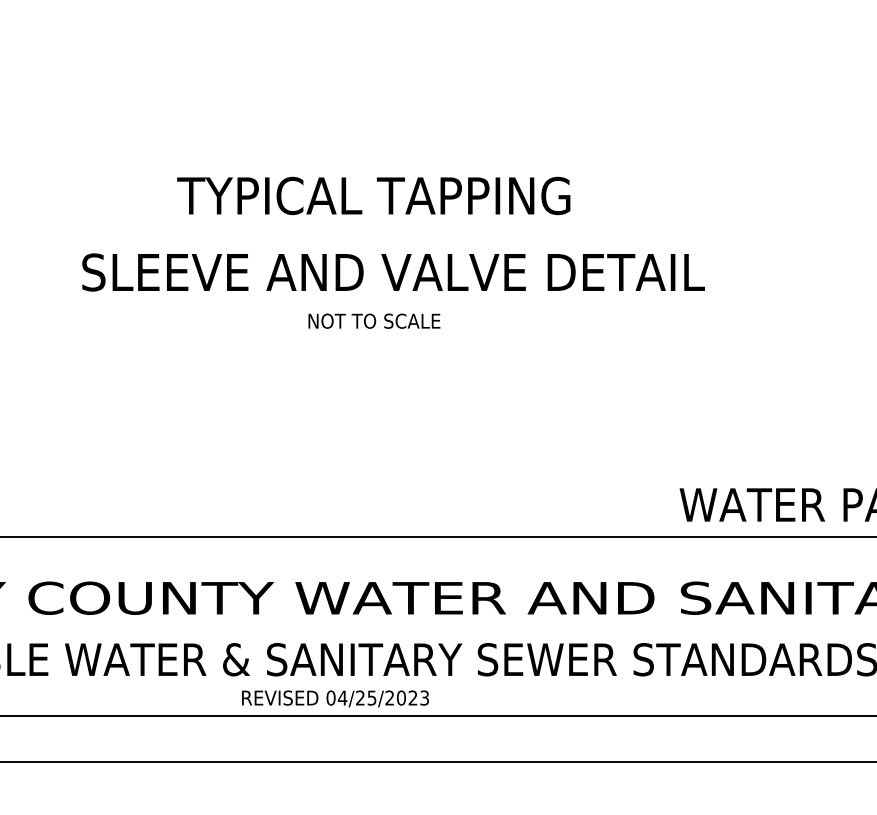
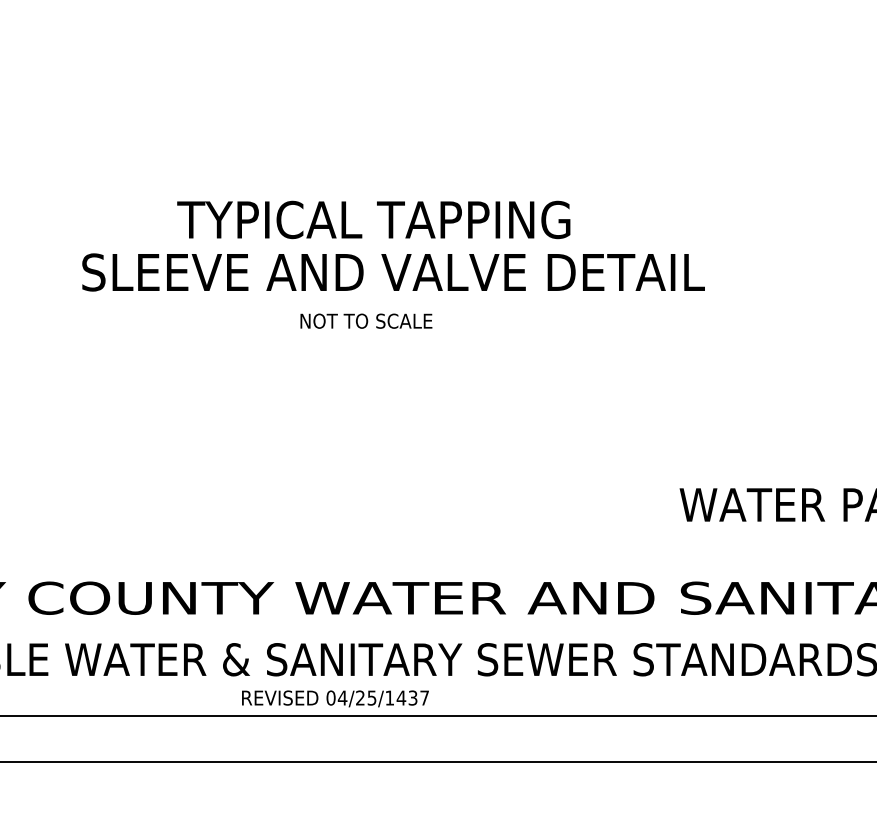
text at (373, 195) position: (373, 195) -> (373, 219)
text at (374, 320) position: (374, 320) -> (366, 320)
line at (437, 536): present -> none
text at (406, 697): 04/25/2023 -> 04/25/1437
